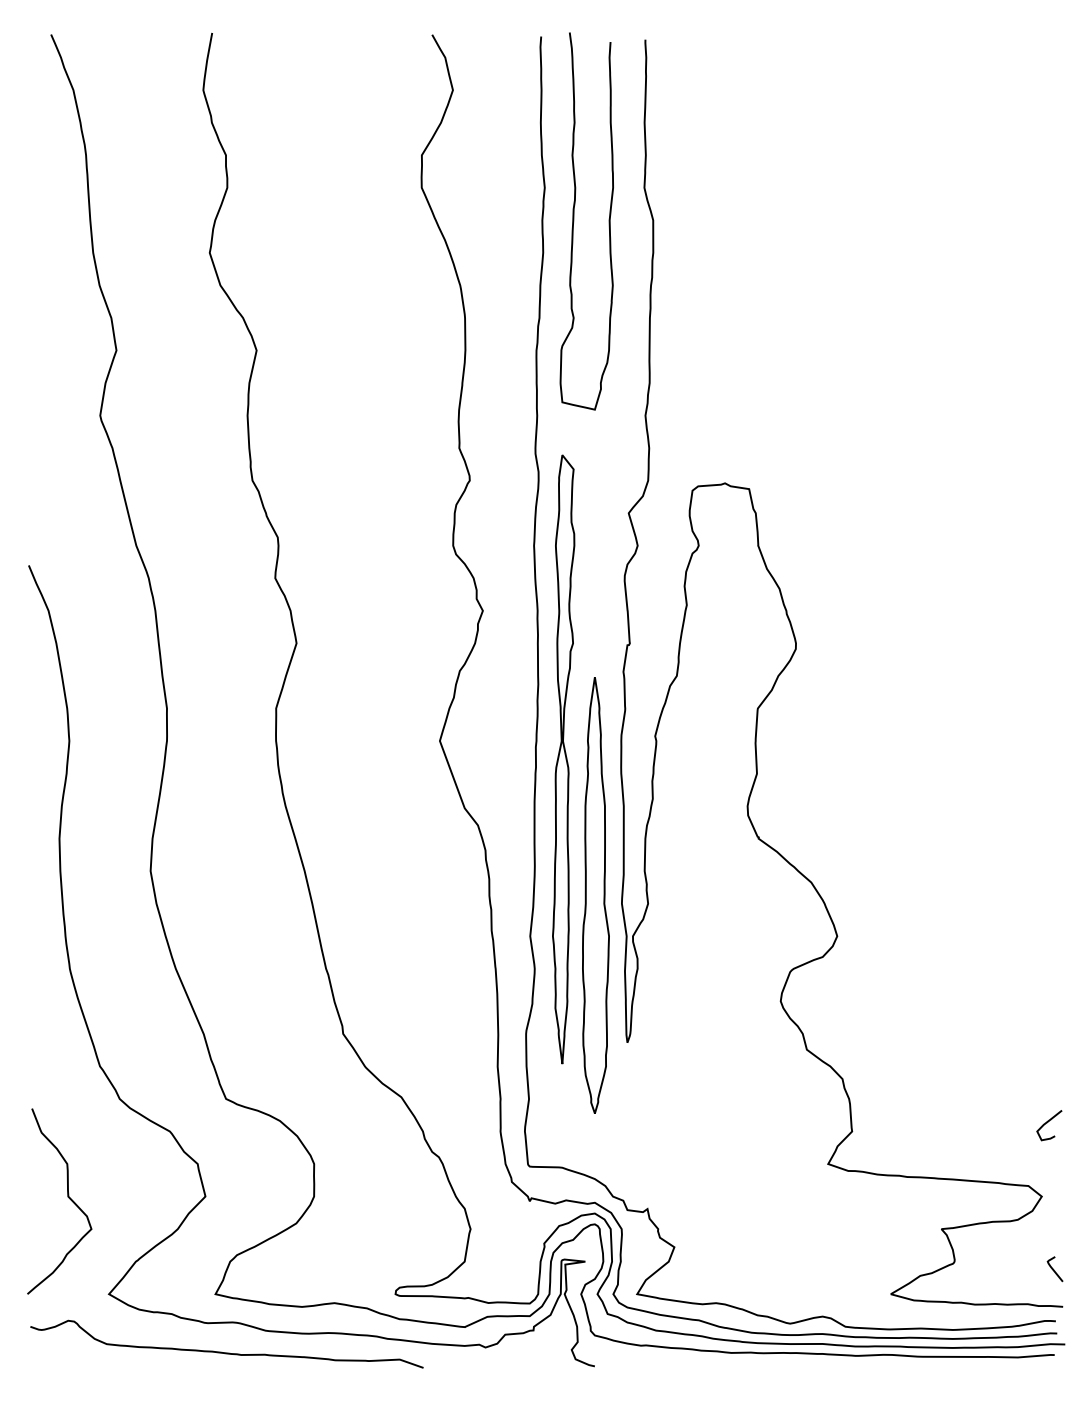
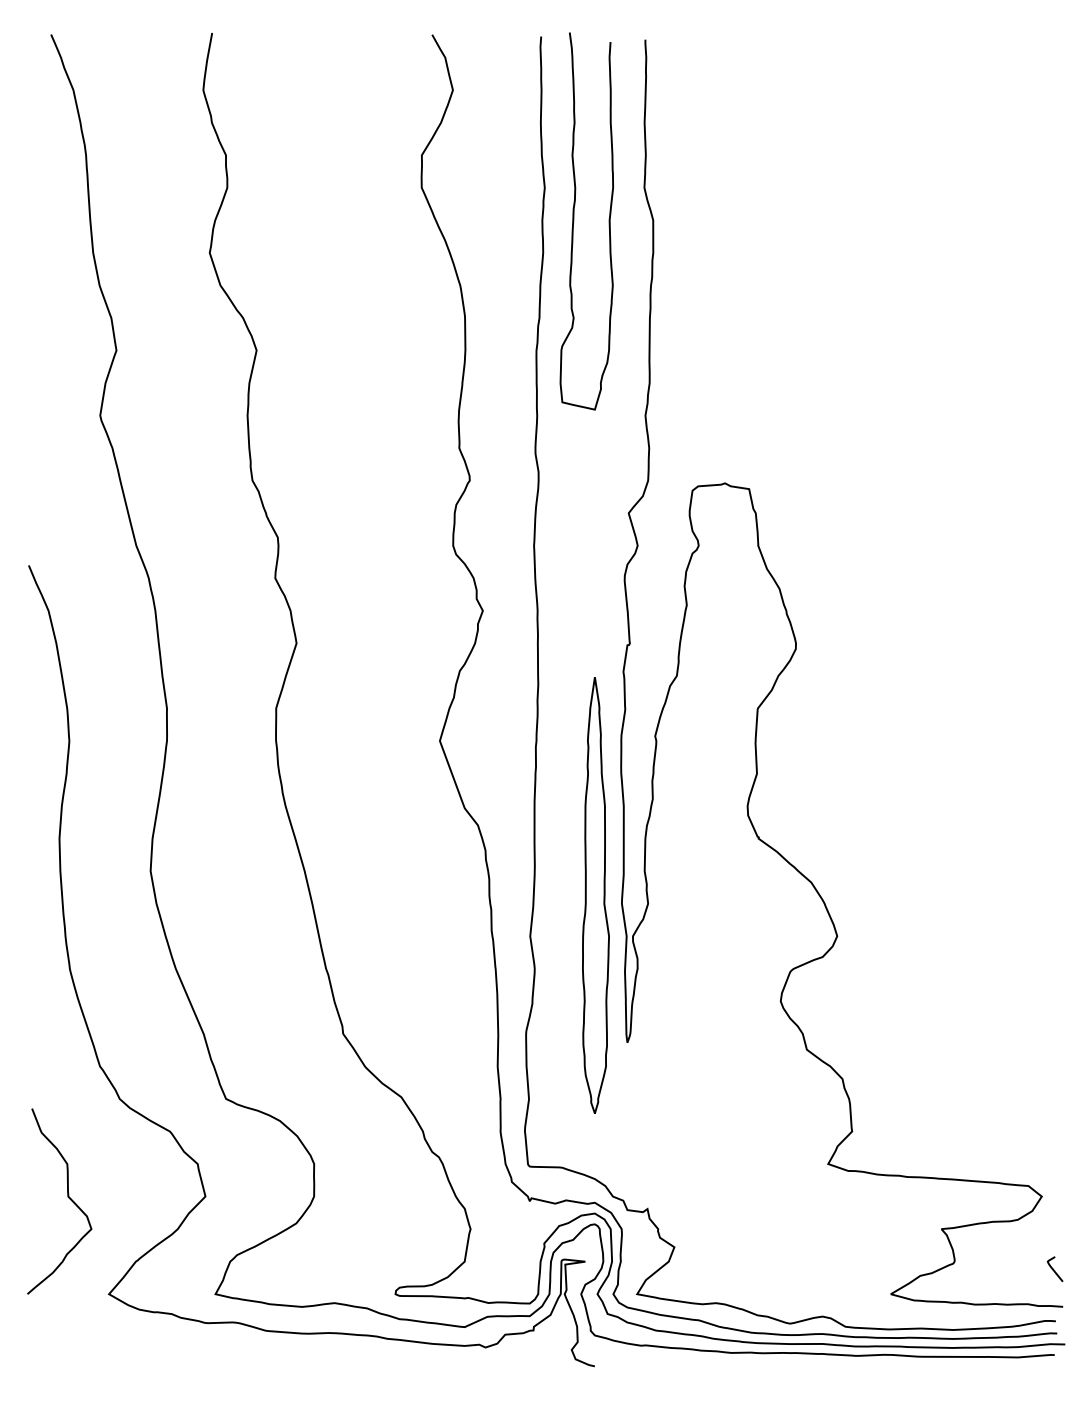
part at (563, 759): present -> none
curve at (1047, 1123): present -> none
curve at (226, 1352): present -> none
